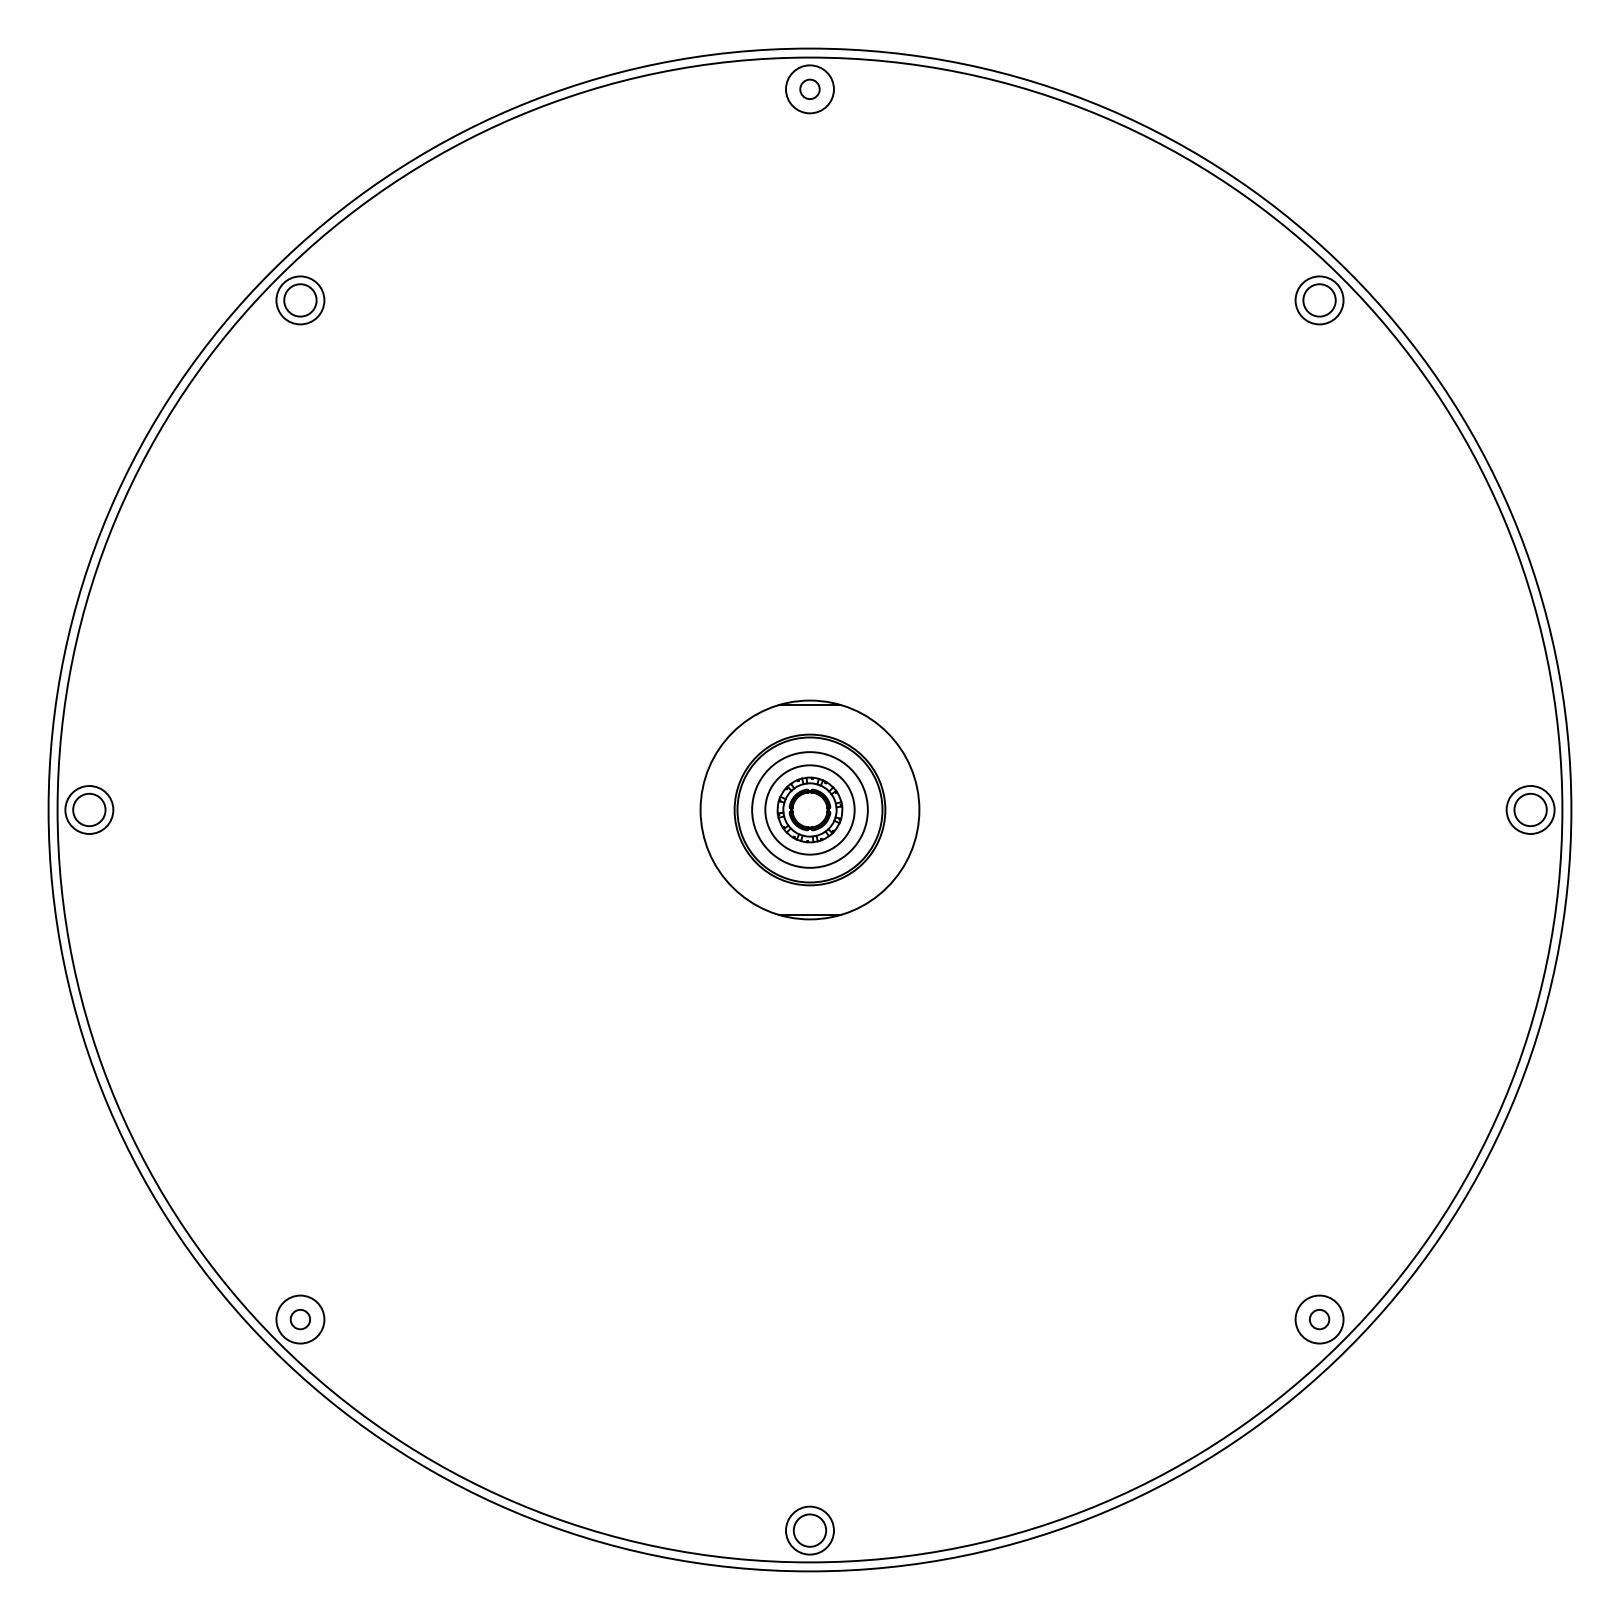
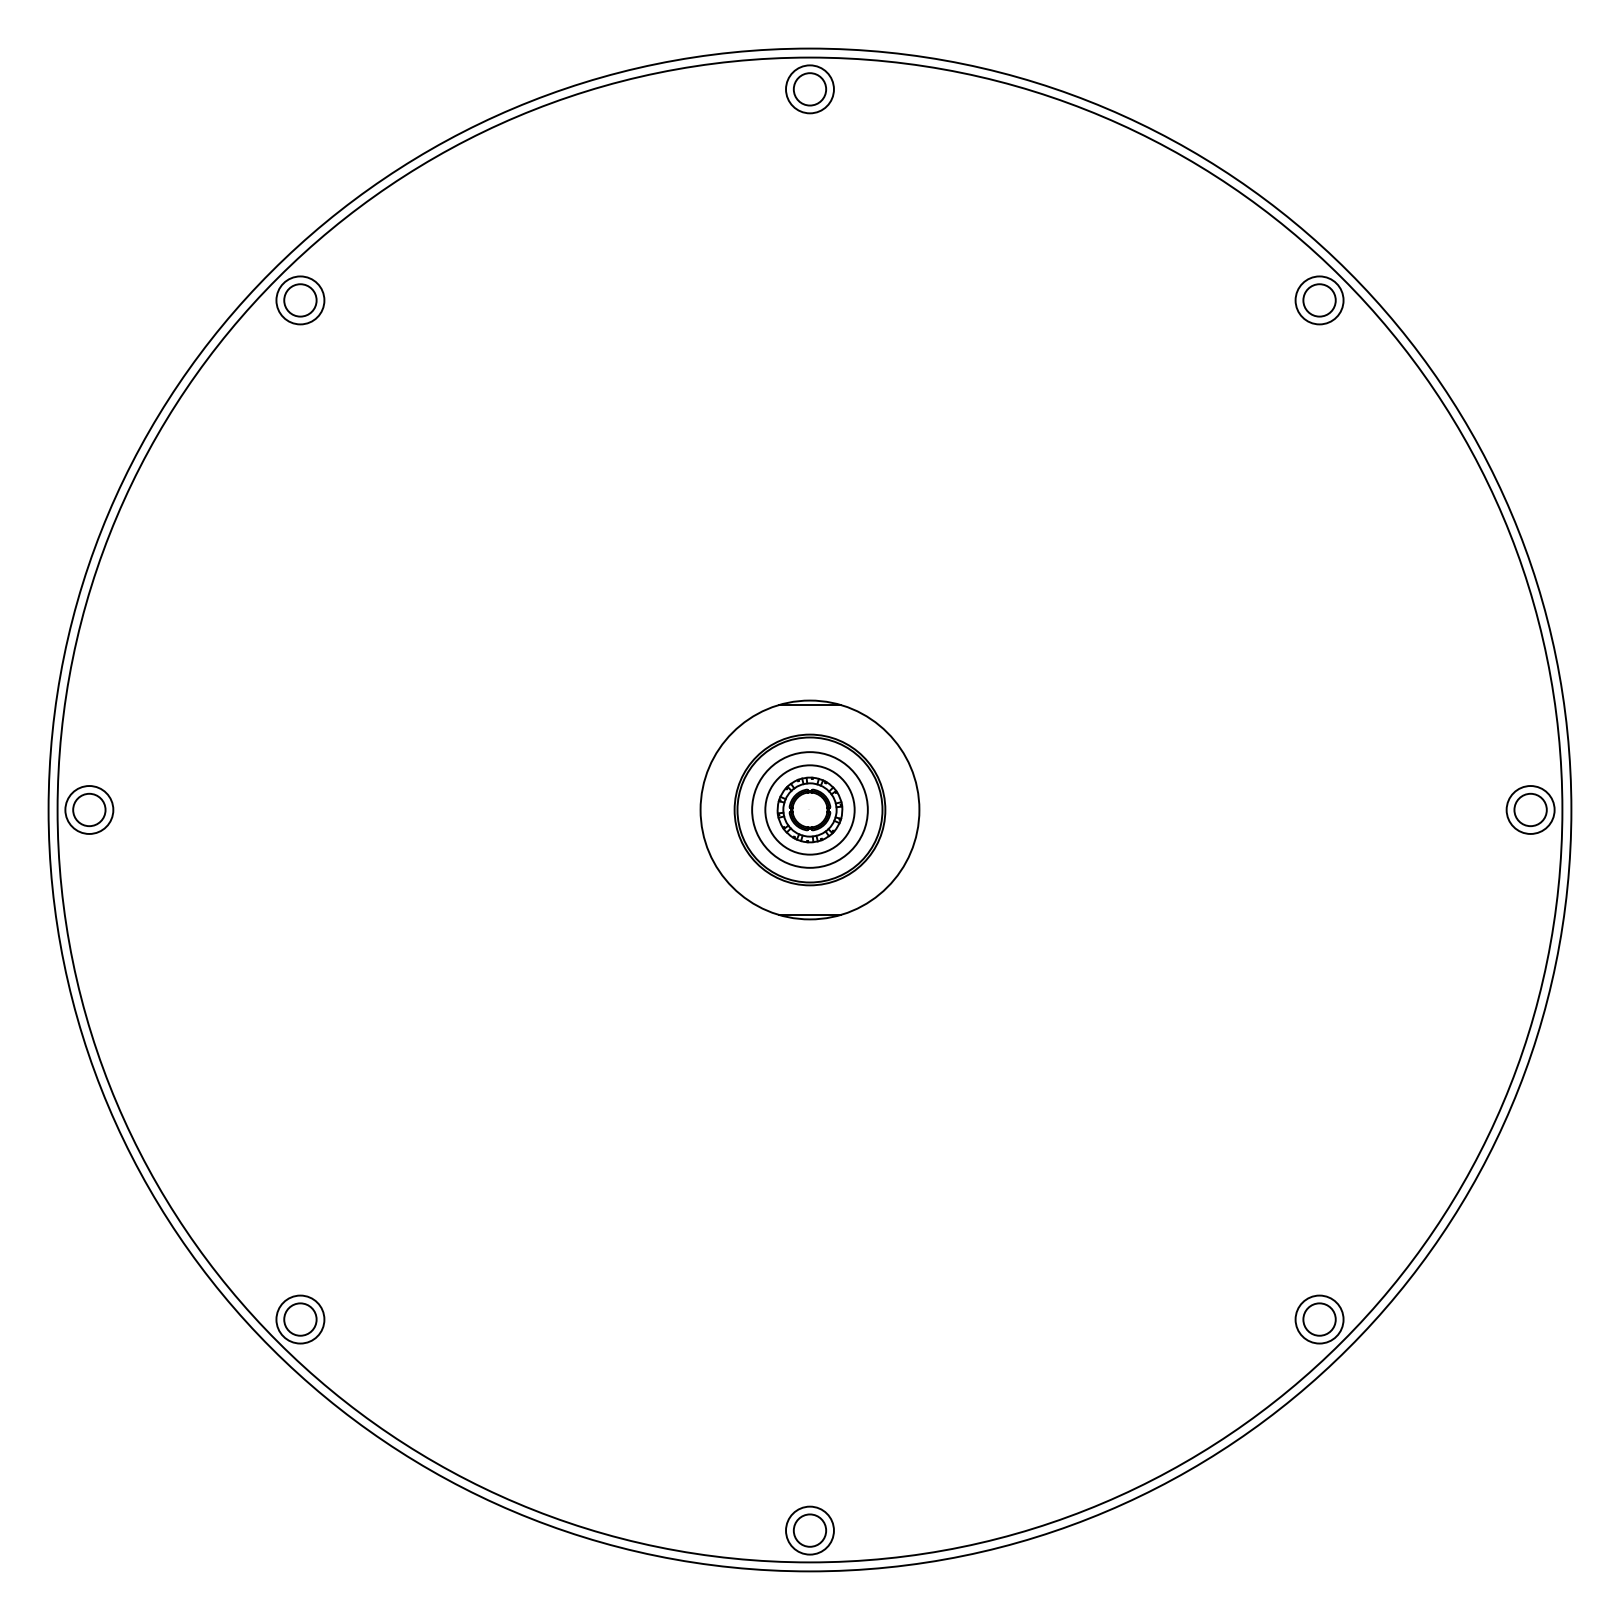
circle at (809, 89) diameter: 19 px -> 32 px
circle at (300, 1319) diameter: 19 px -> 32 px
circle at (1319, 1319) diameter: 19 px -> 32 px
